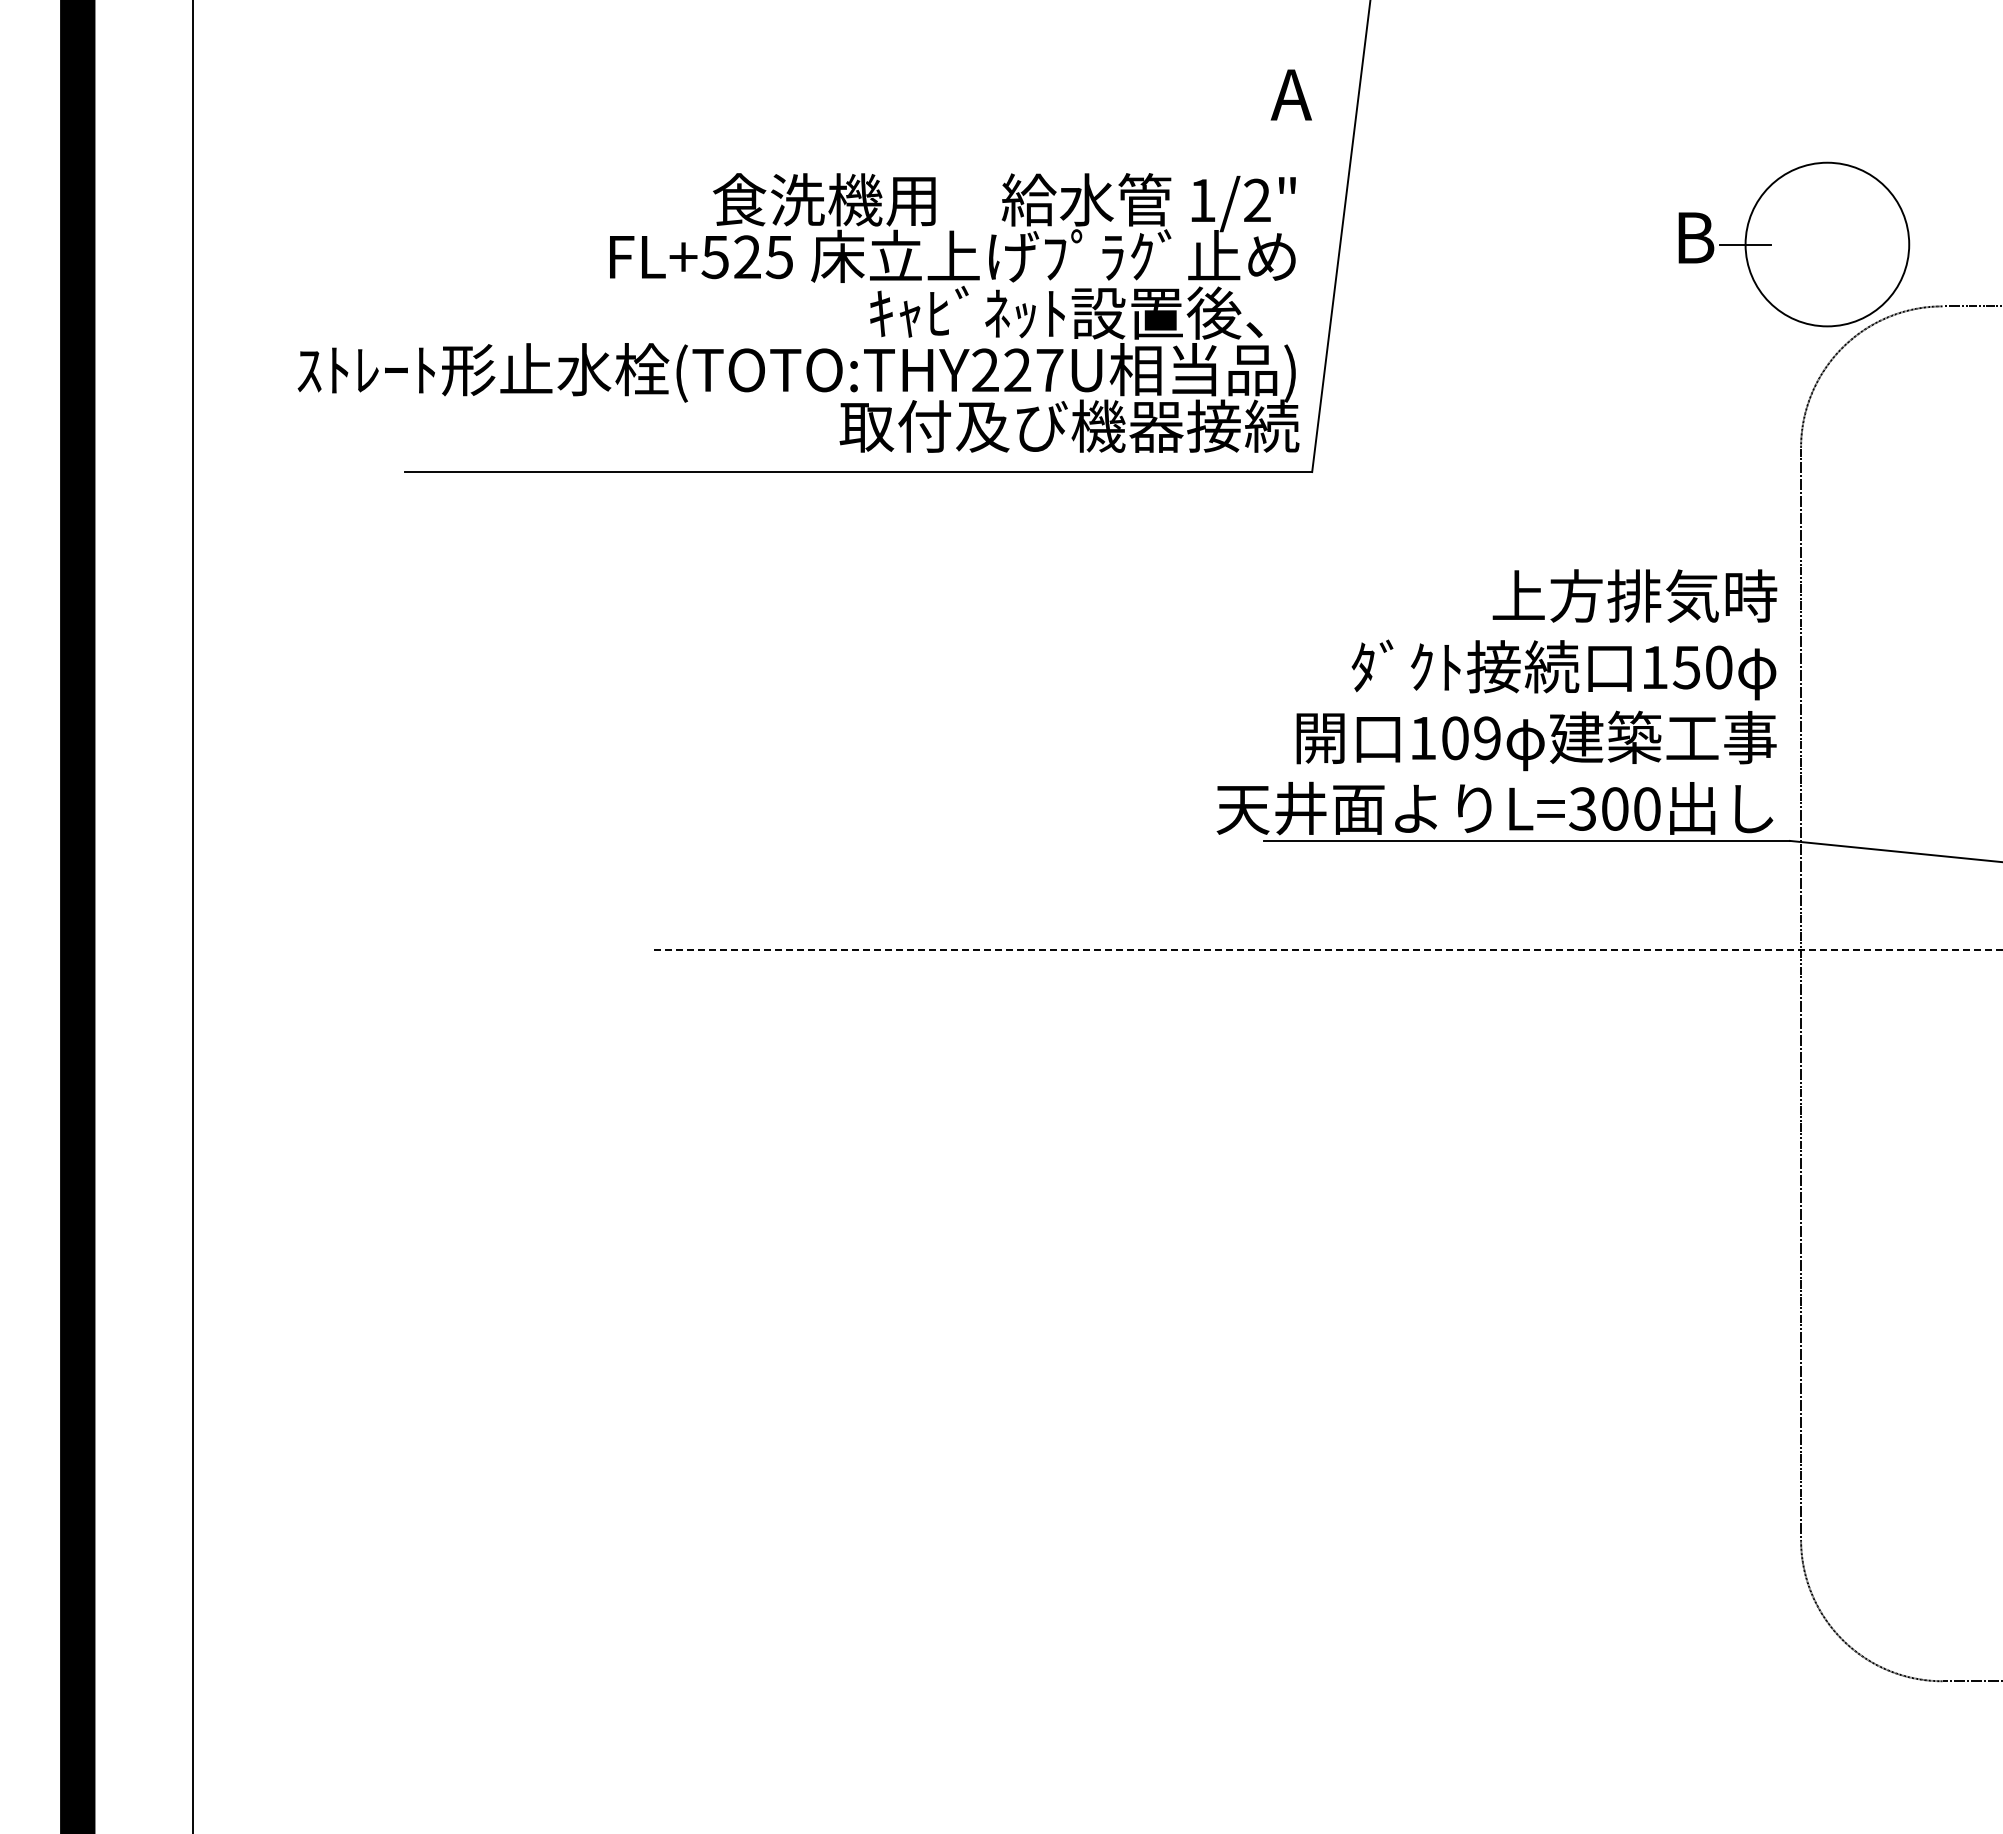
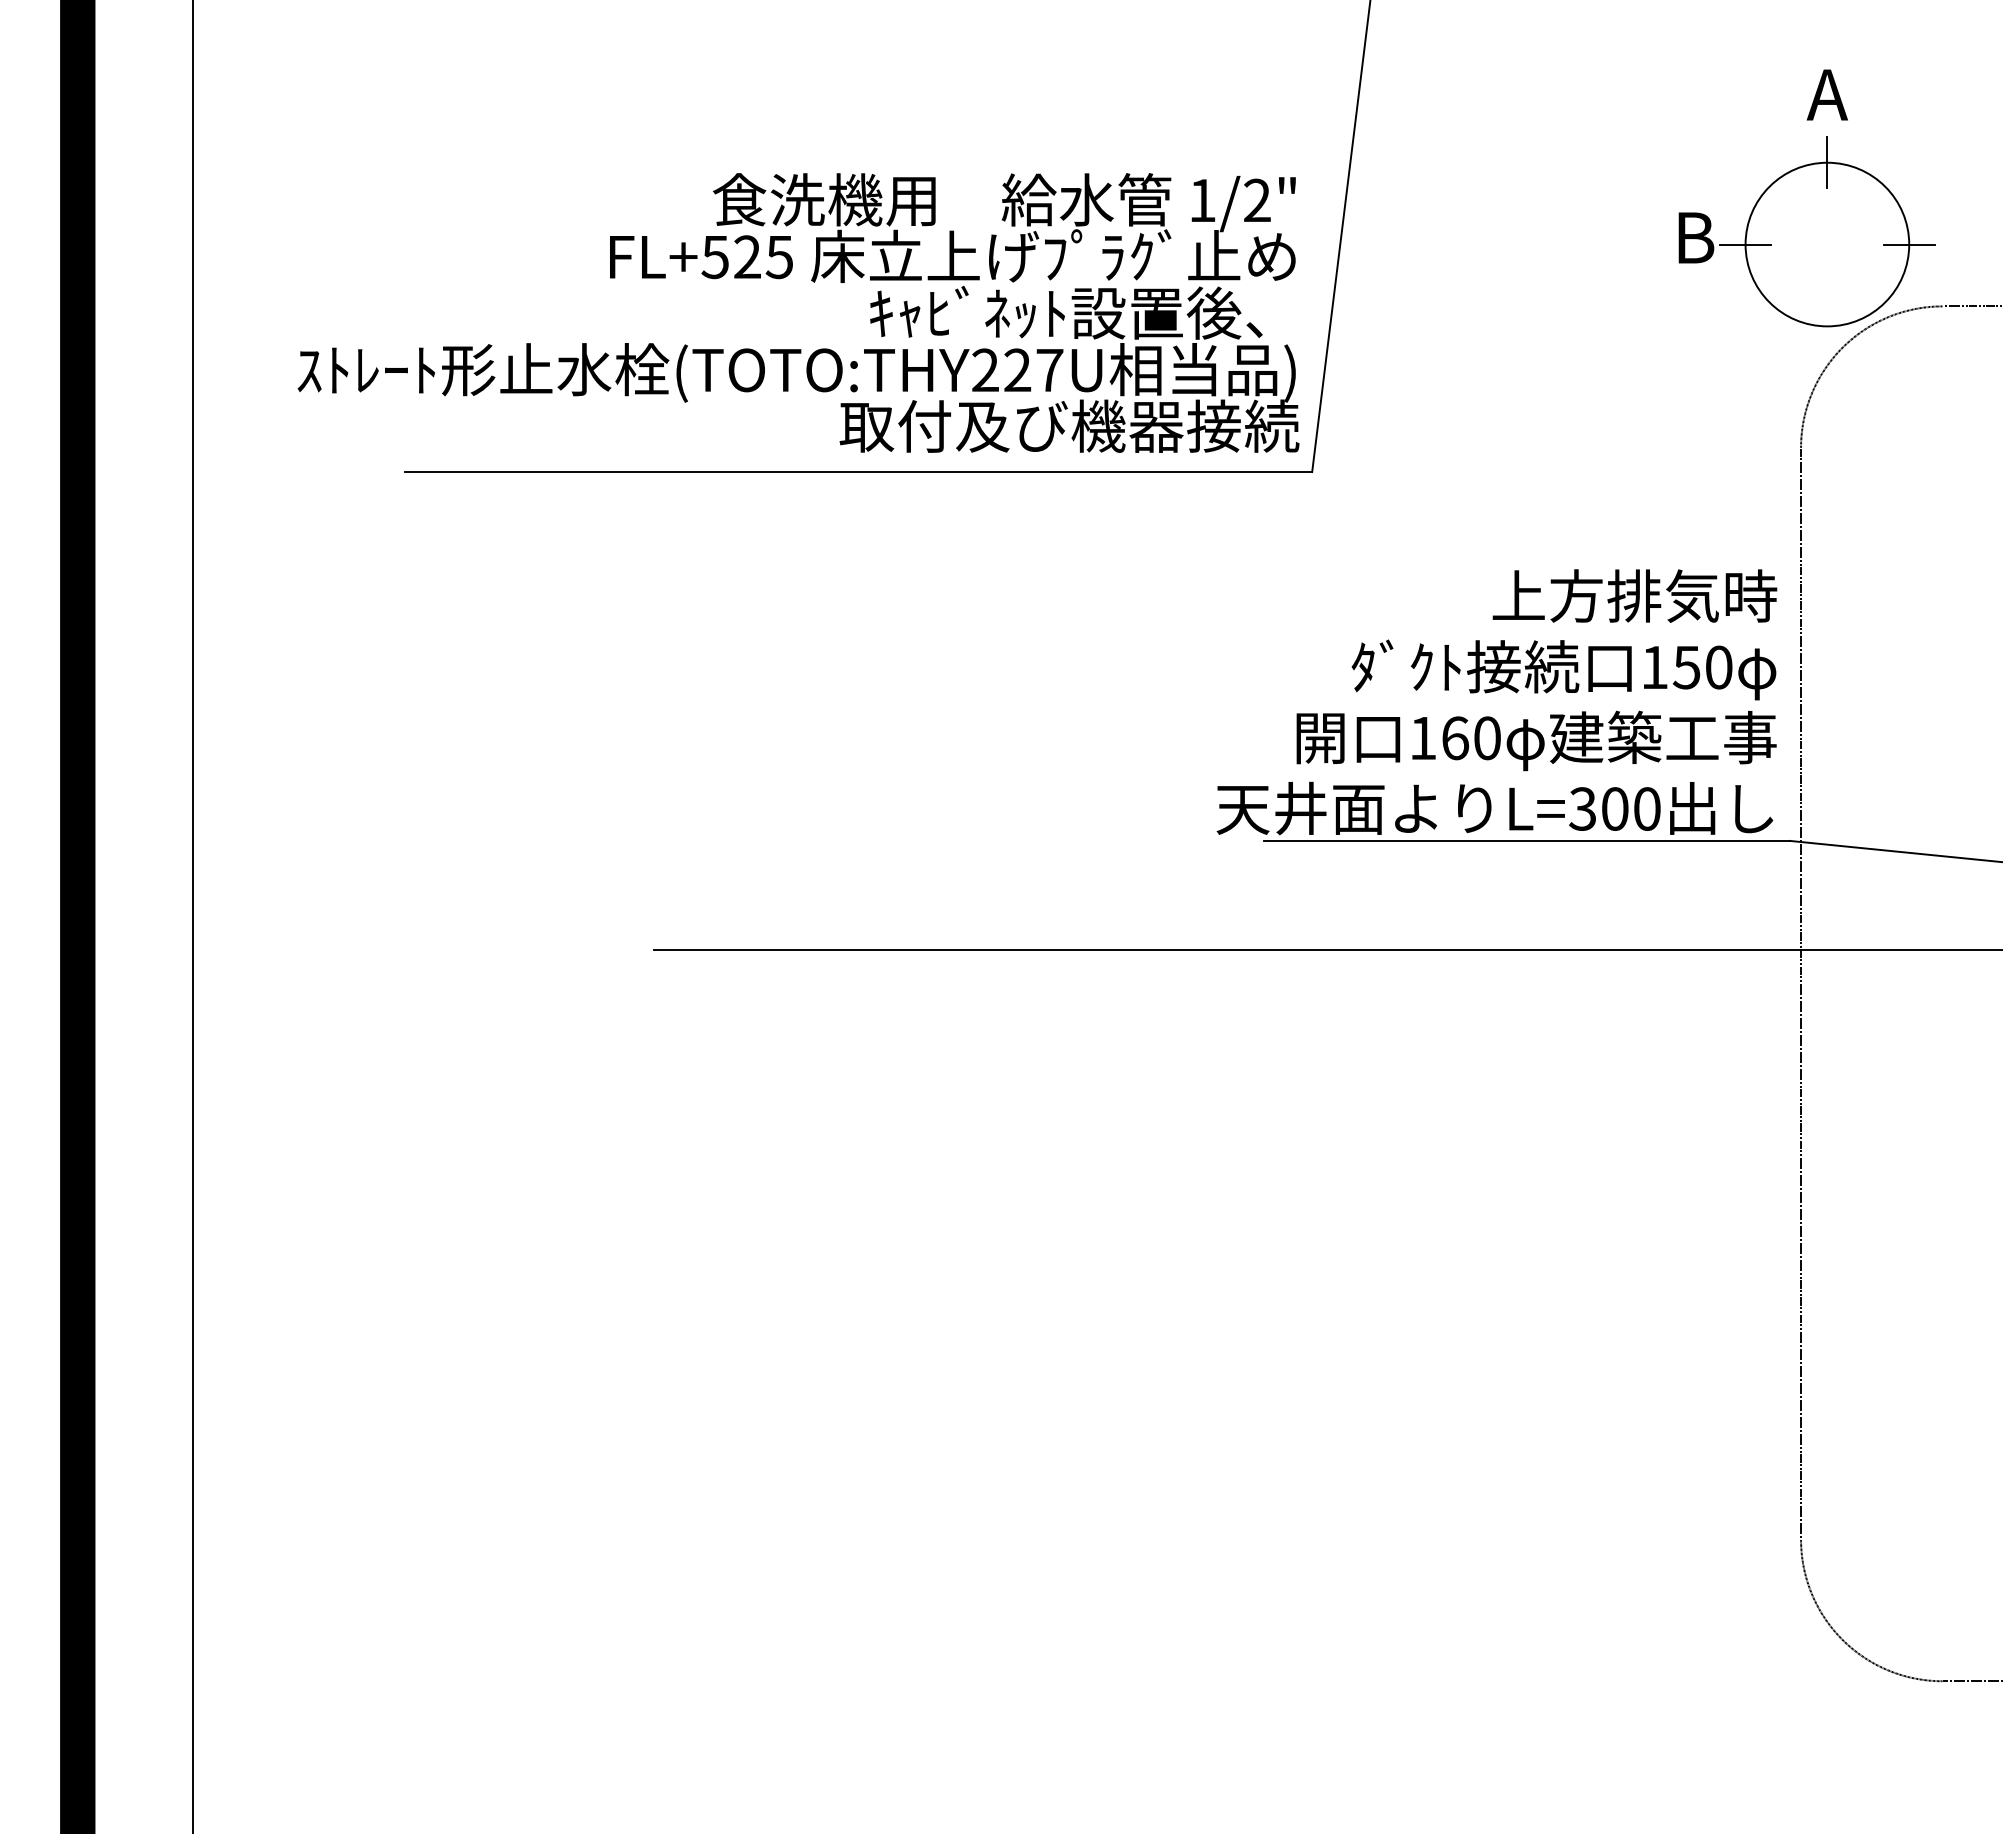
text at (1290, 94) position: (1290, 94) -> (1826, 94)
line at (1827, 162): none -> present
line at (1908, 244): none -> present
text at (1471, 738): 109 -> 160
line at (1328, 949): dashed -> solid
